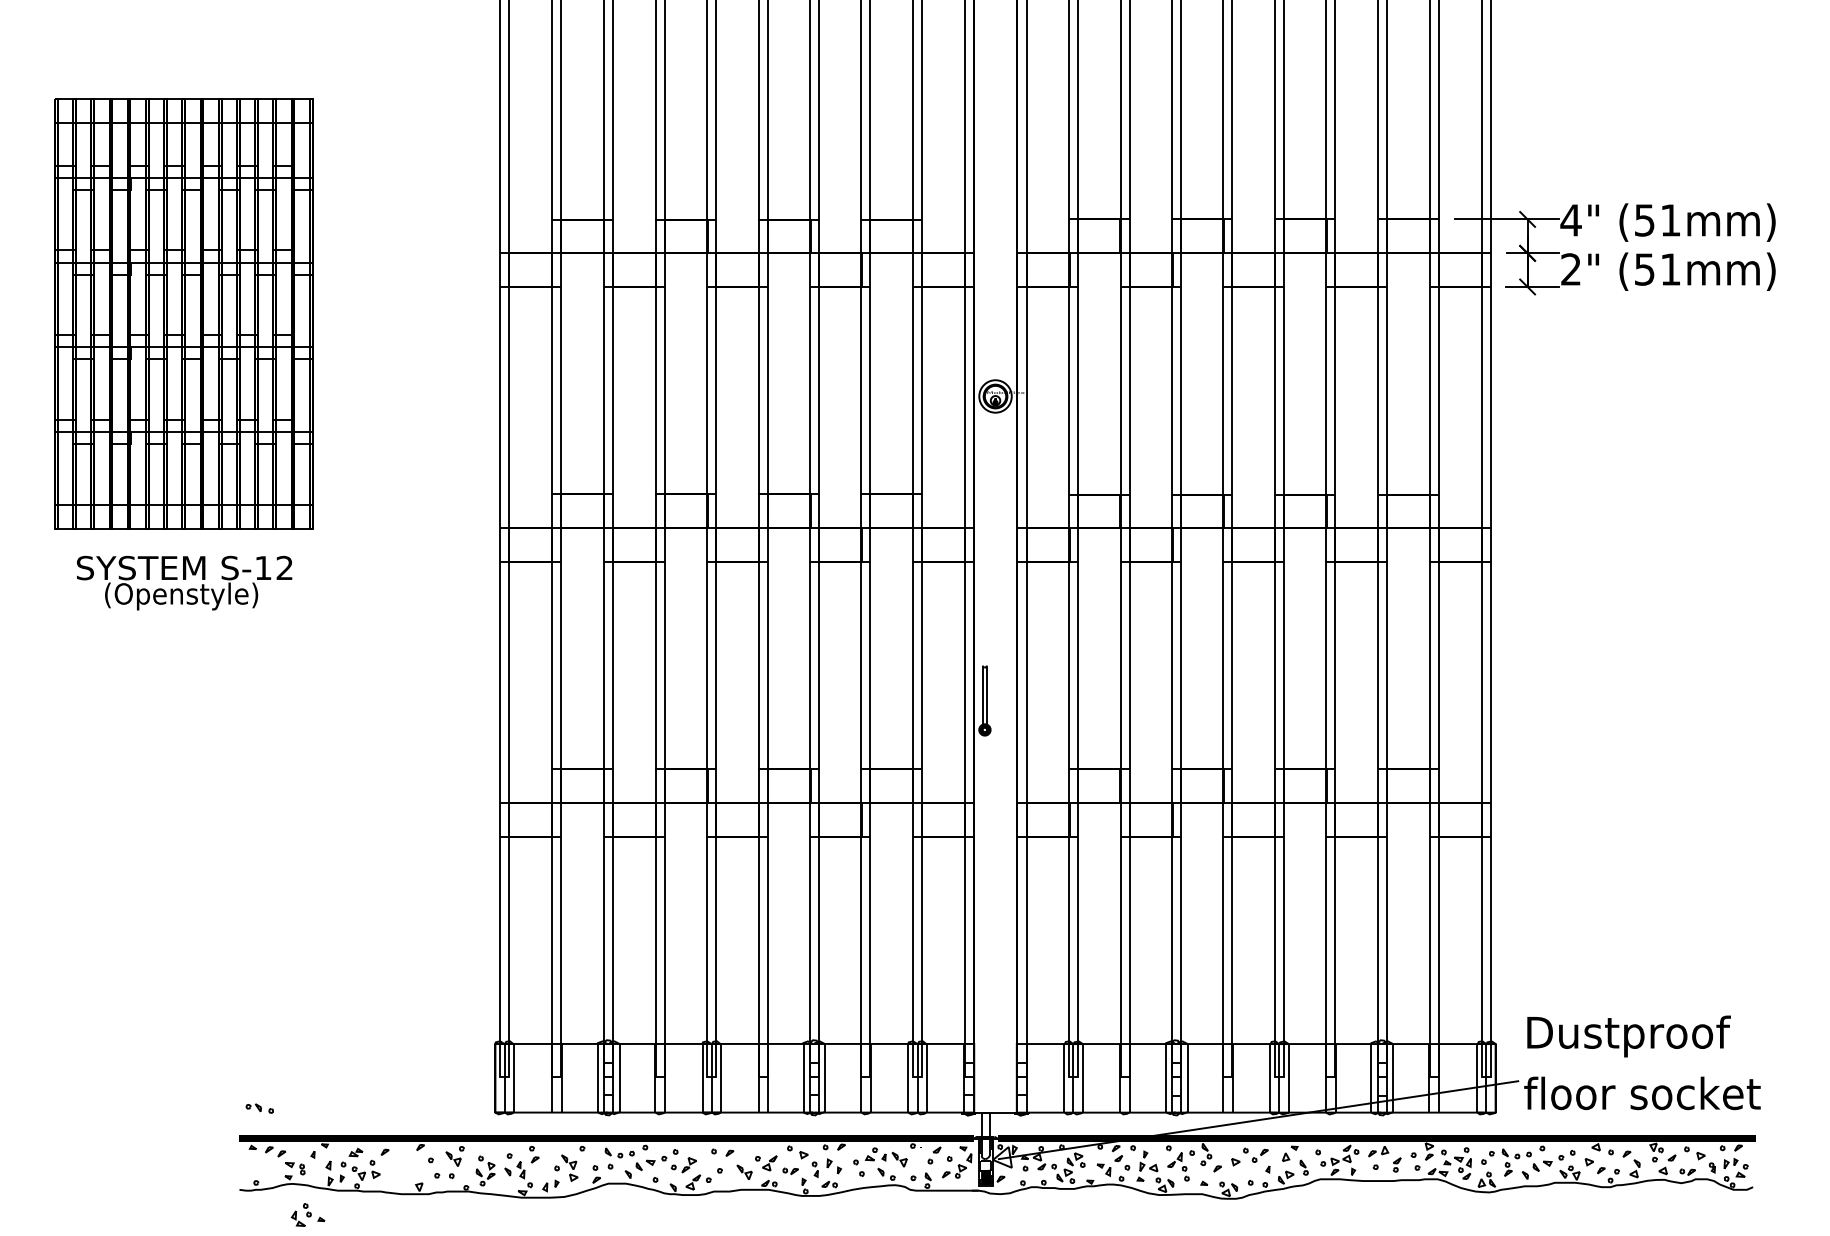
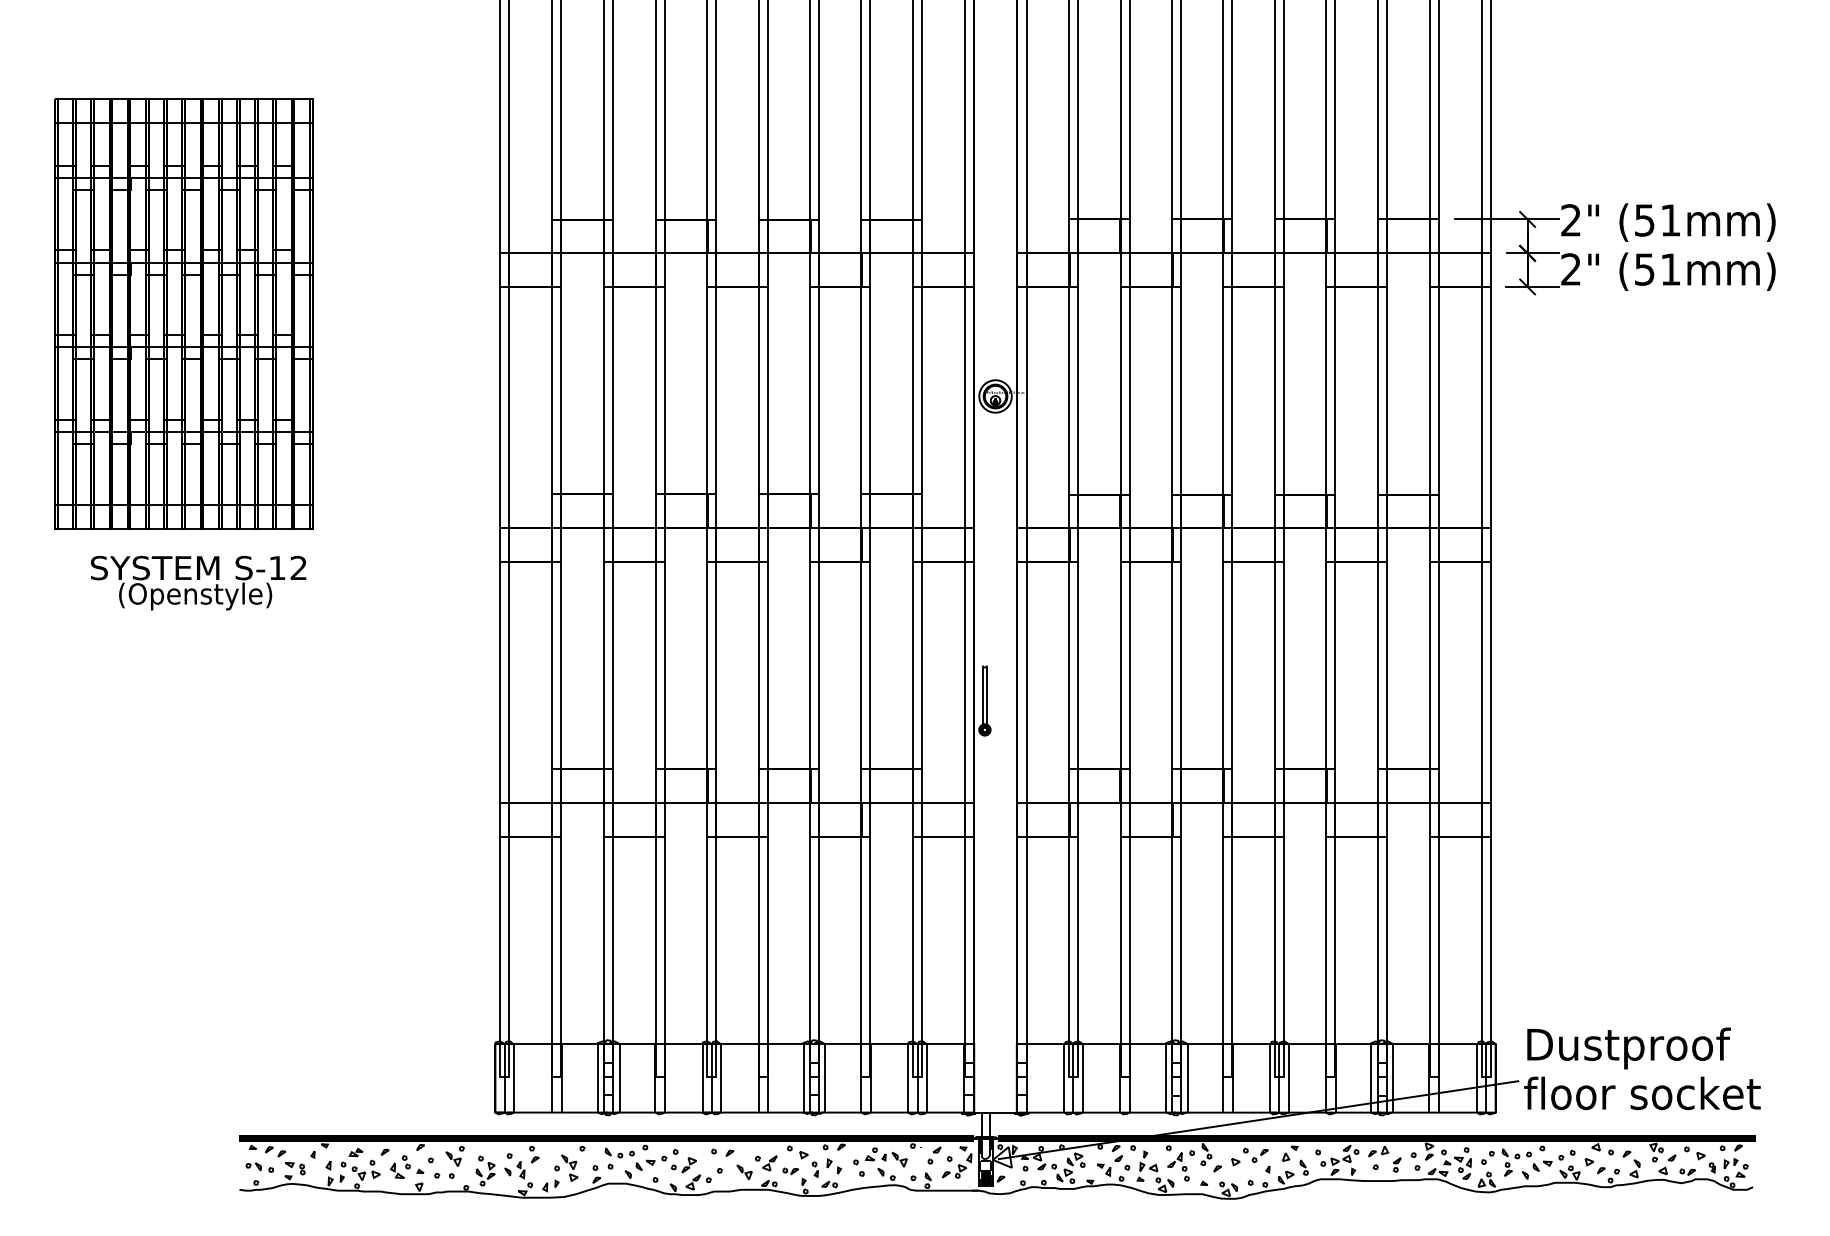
text at (1570, 220): 4" -> 2"
text at (184, 582) position: (184, 582) -> (198, 582)
text at (1628, 1036) position: (1628, 1036) -> (1628, 1048)
part at (259, 1108) position: (259, 1108) -> (259, 1167)
part at (307, 1214) position: (307, 1214) -> (406, 1166)
